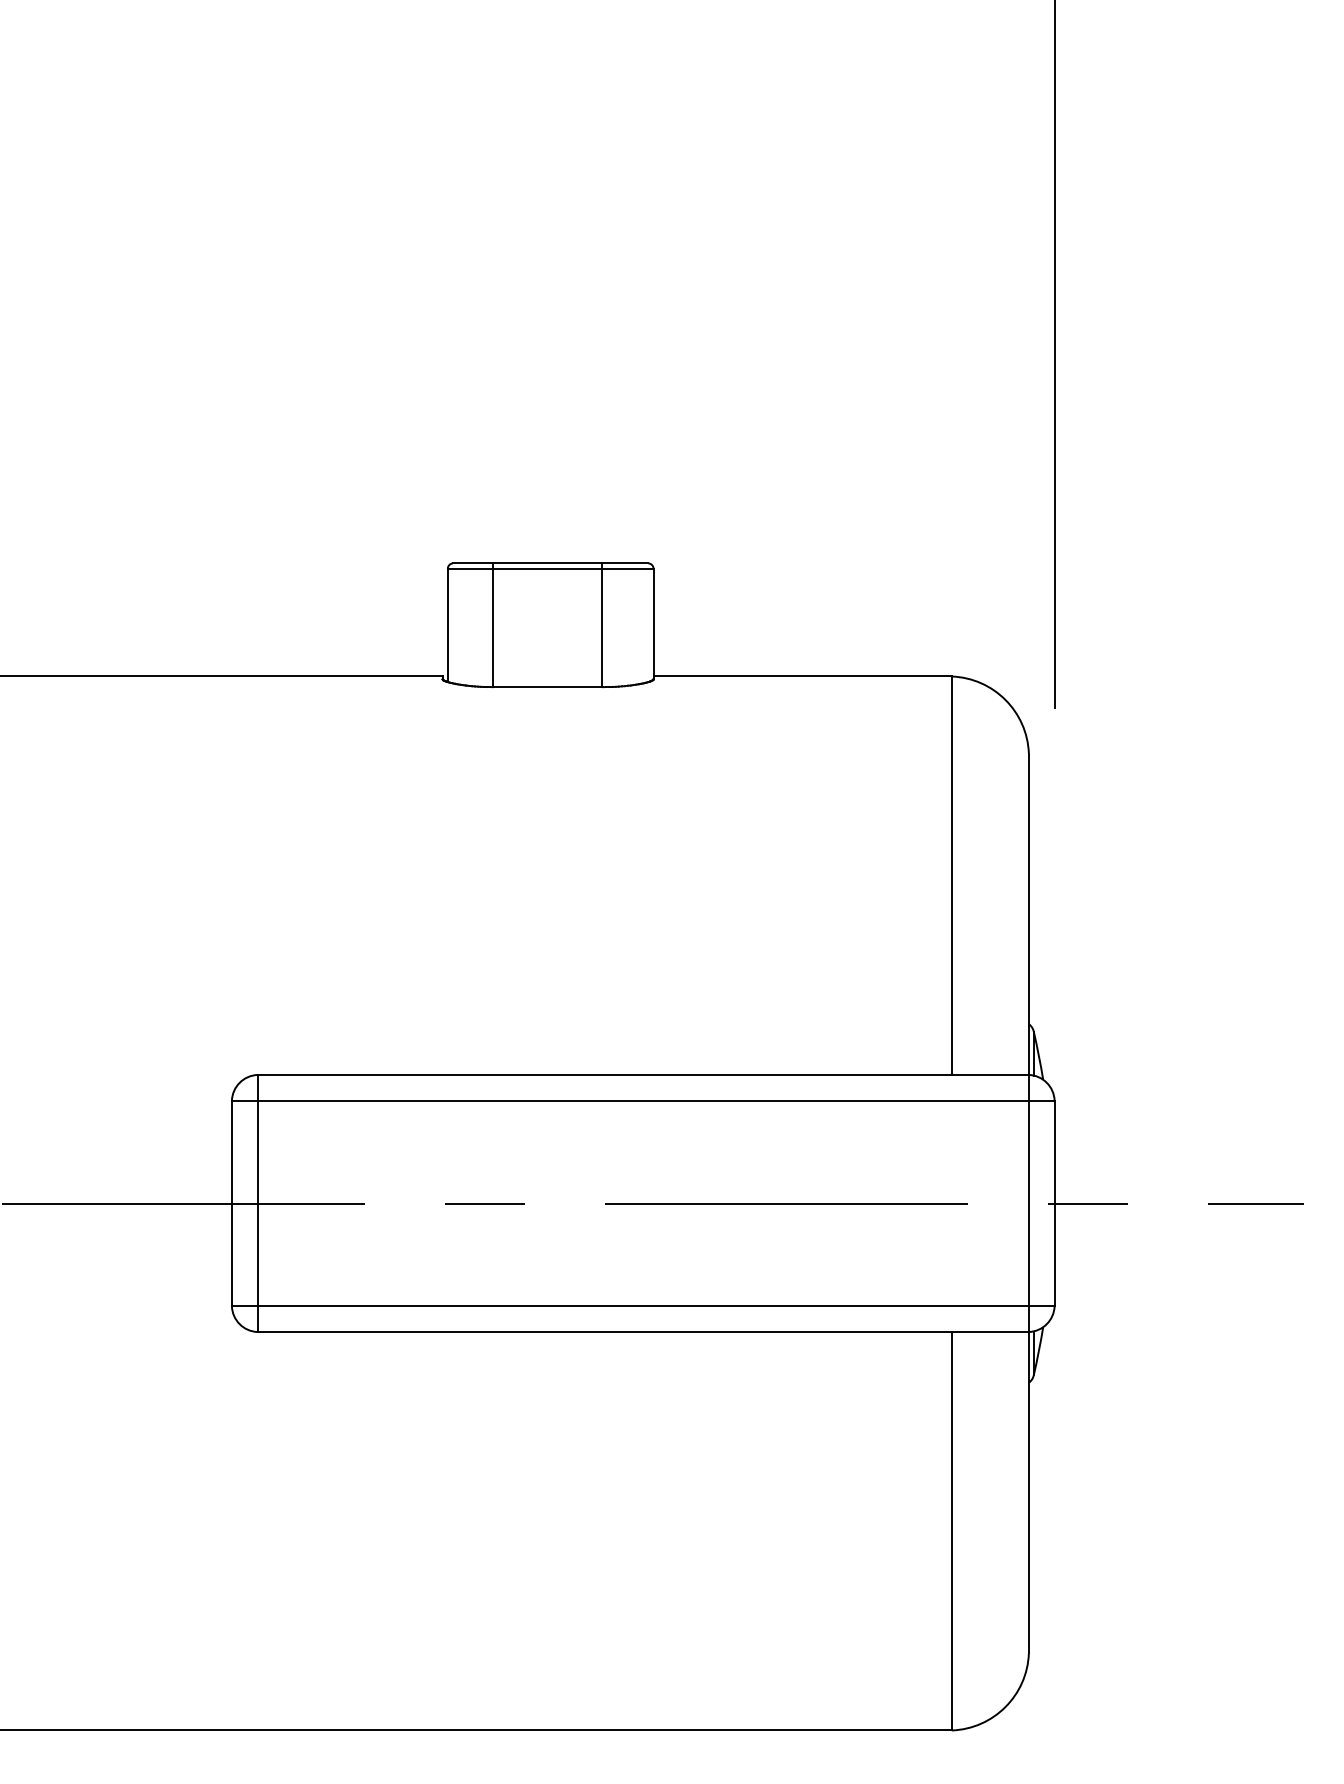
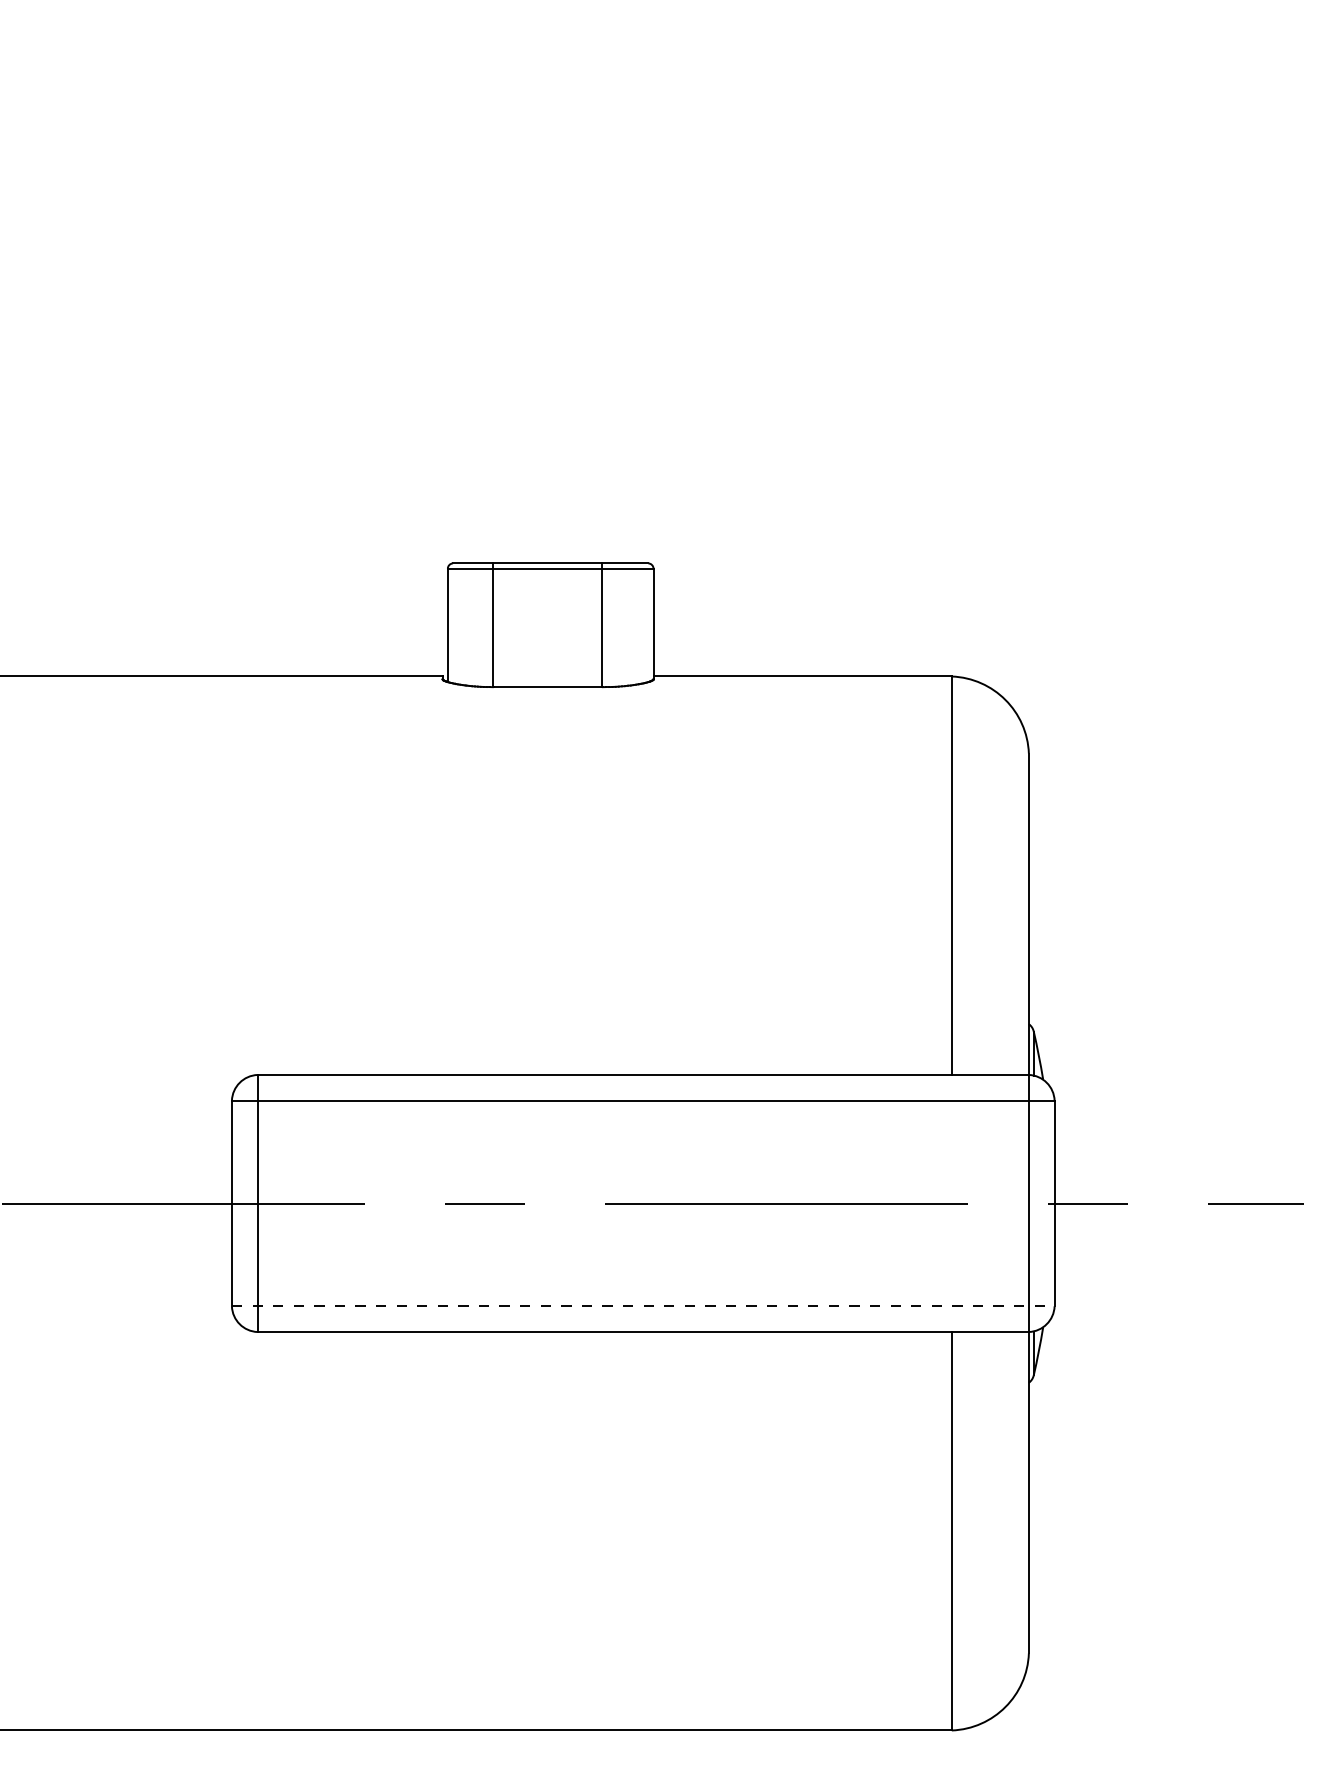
line at (1054, 354): present -> none
line at (643, 1306): solid -> dashed
